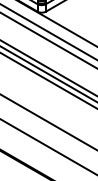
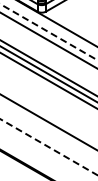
line at (49, 32): solid -> dashed
line at (49, 147): solid -> dashed
